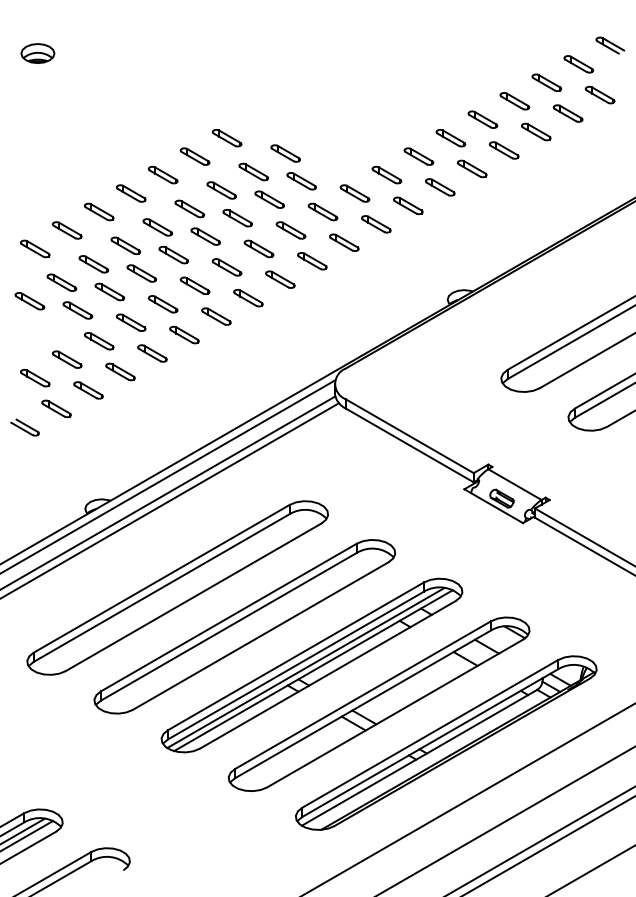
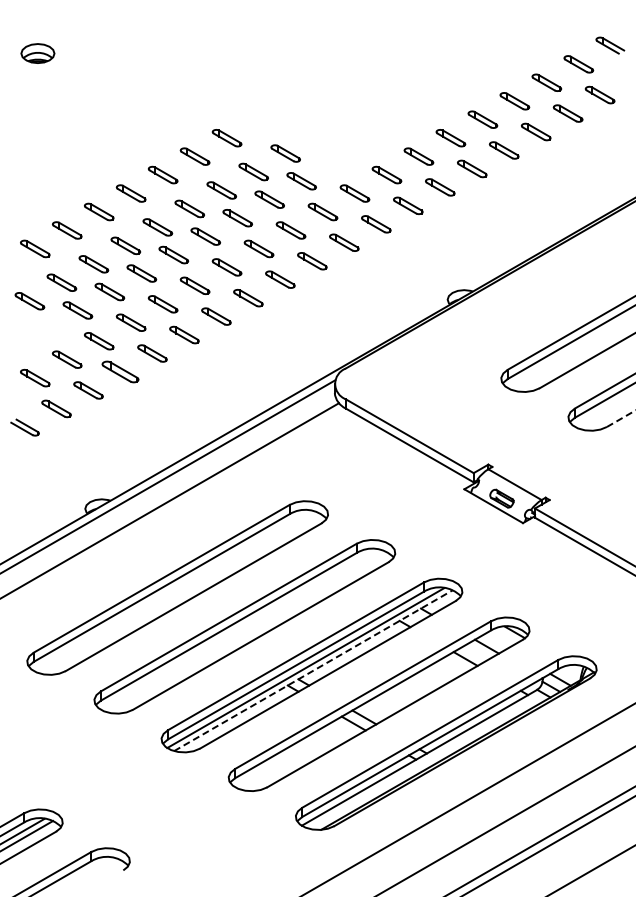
part at (120, 371) size: 31x20 px -> 39x24 px
line at (621, 418): solid -> dashed
line at (168, 492): present -> none
line at (313, 670): solid -> dashed
